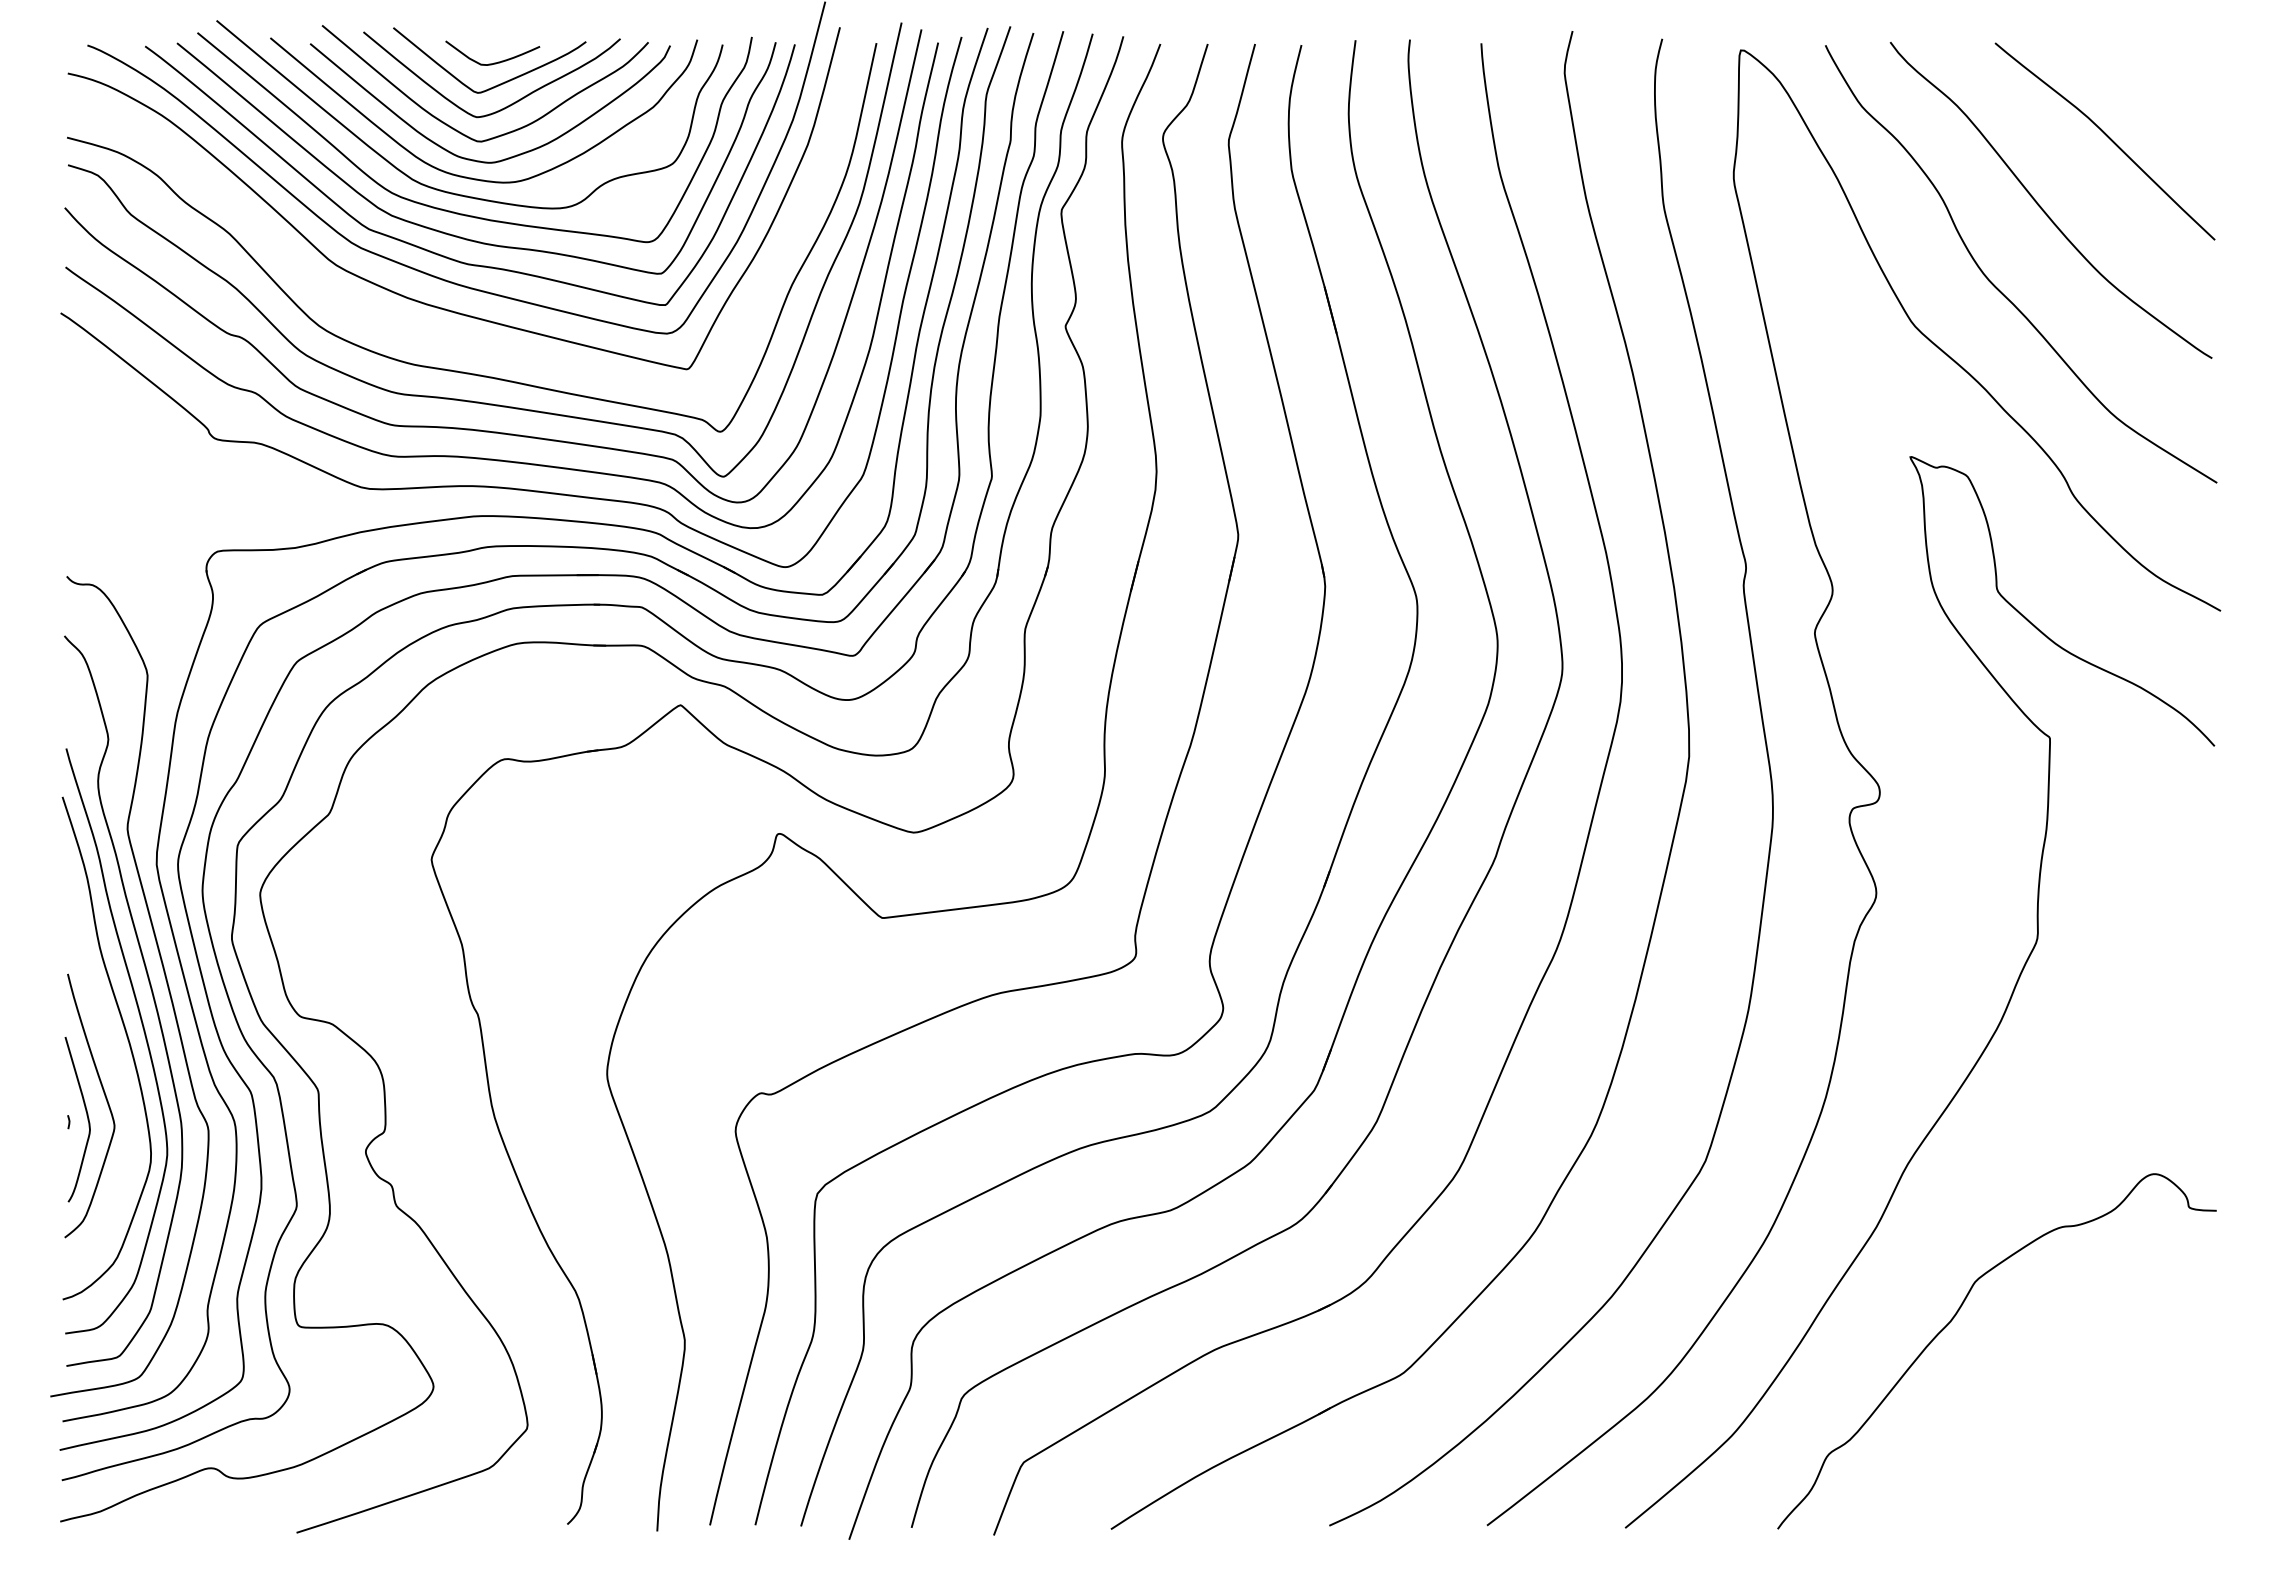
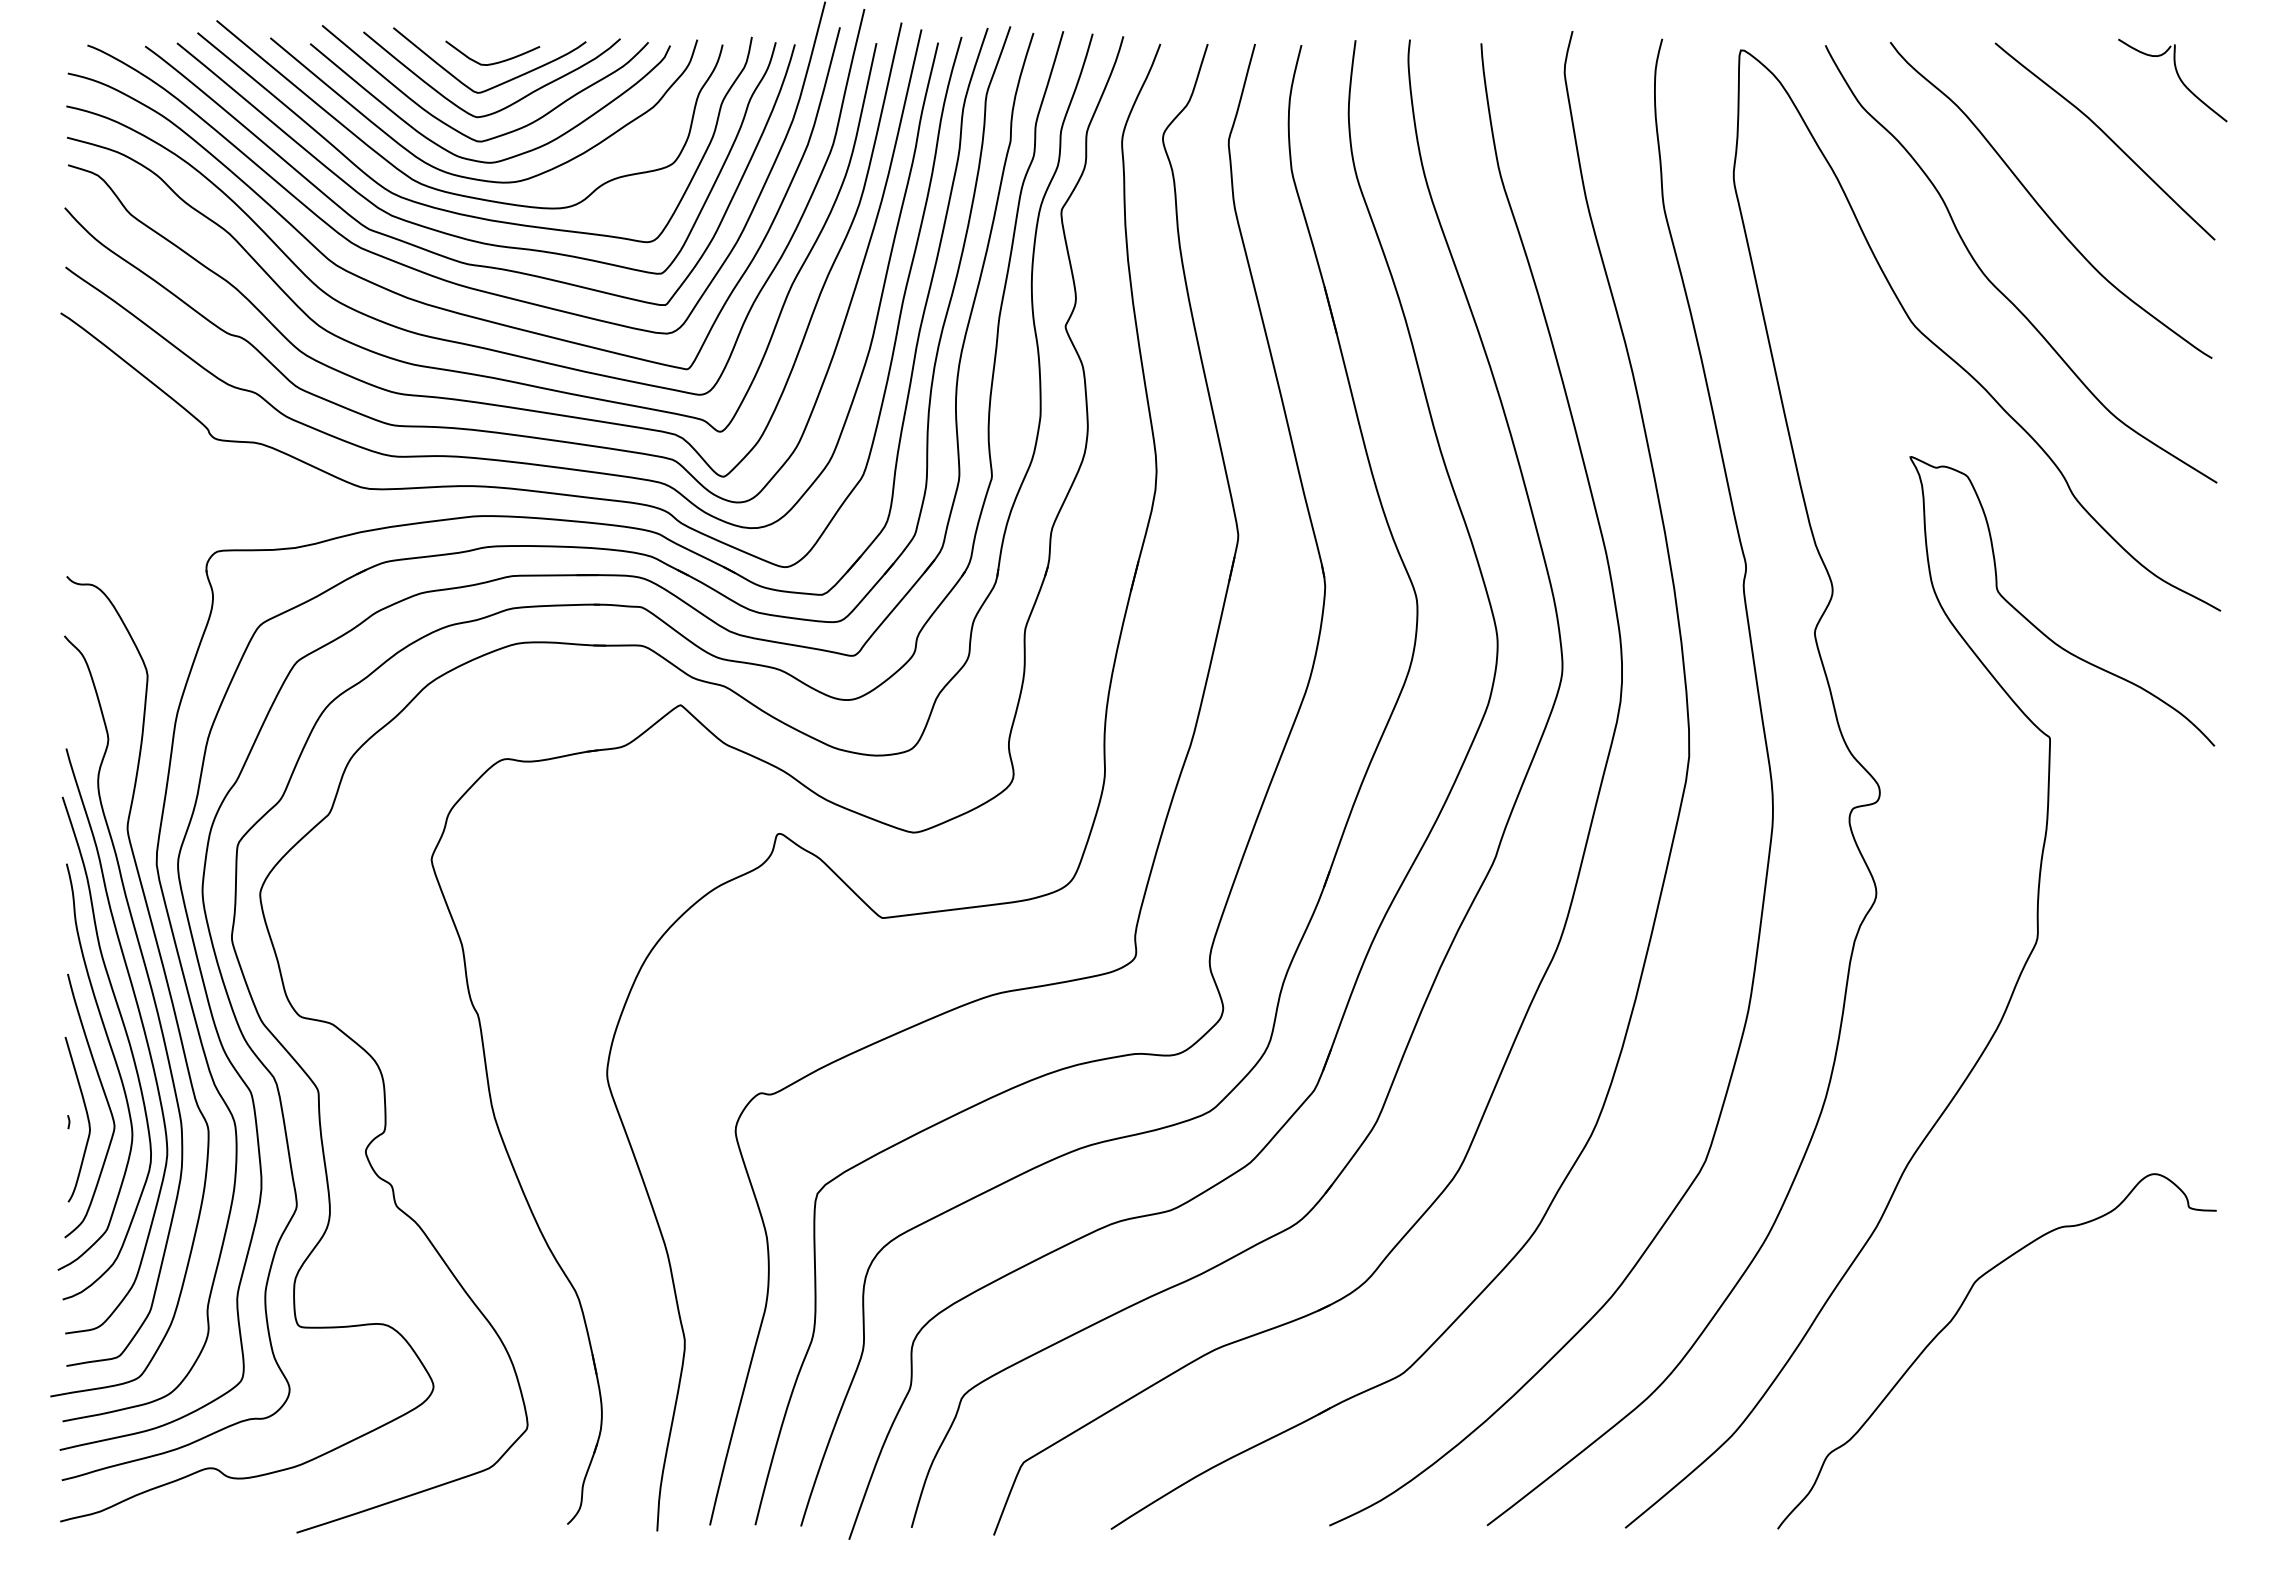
part at (2178, 78): none -> present
curve at (438, 337): none -> present
curve at (114, 1061): none -> present
